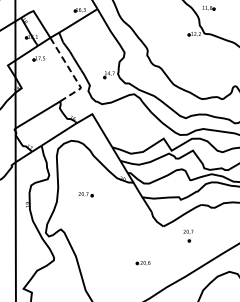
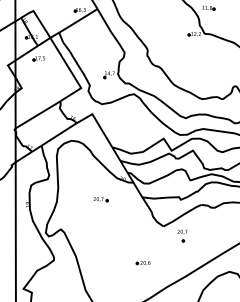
line at (72, 74): dashed -> solid
part at (85, 194) position: (85, 194) -> (100, 199)
part at (188, 235) position: (188, 235) -> (182, 235)
